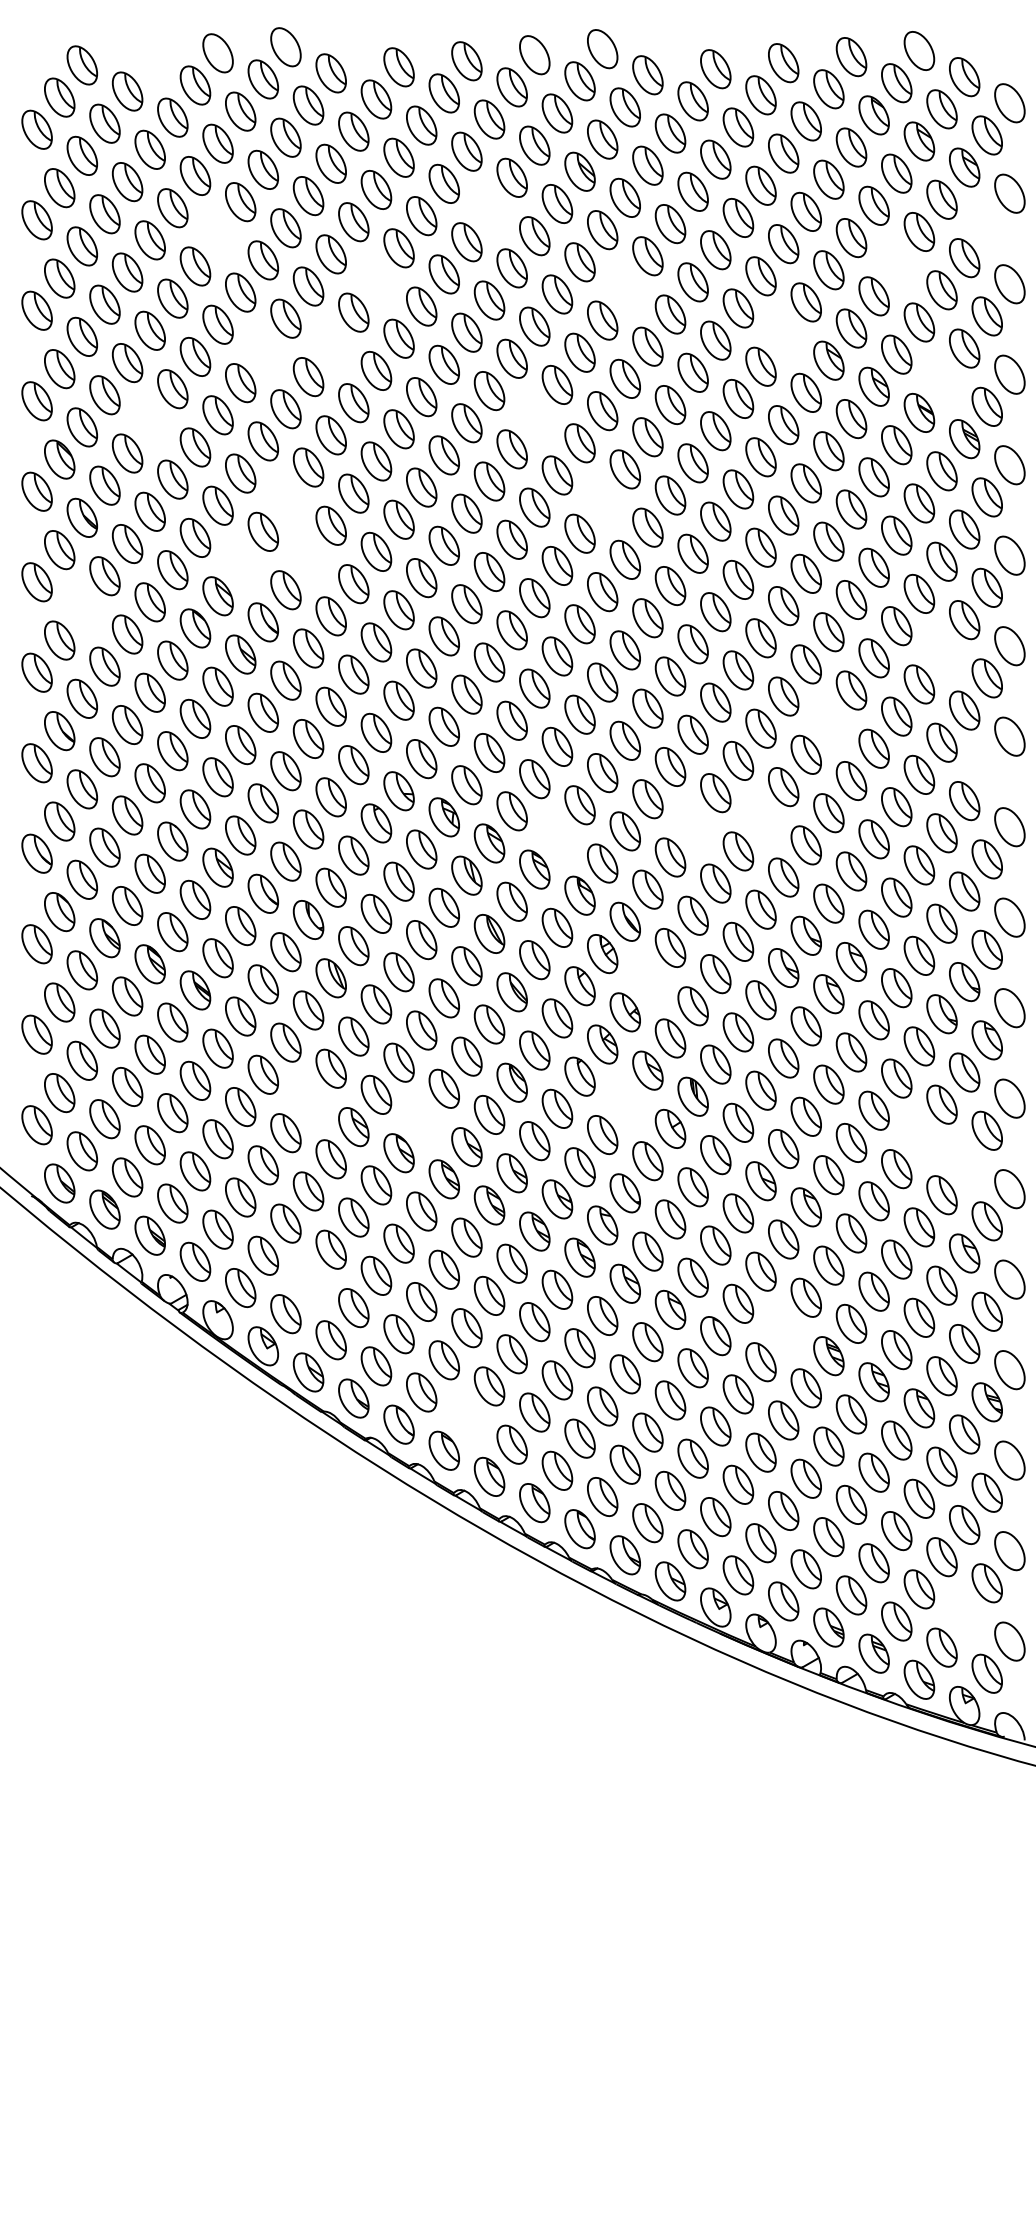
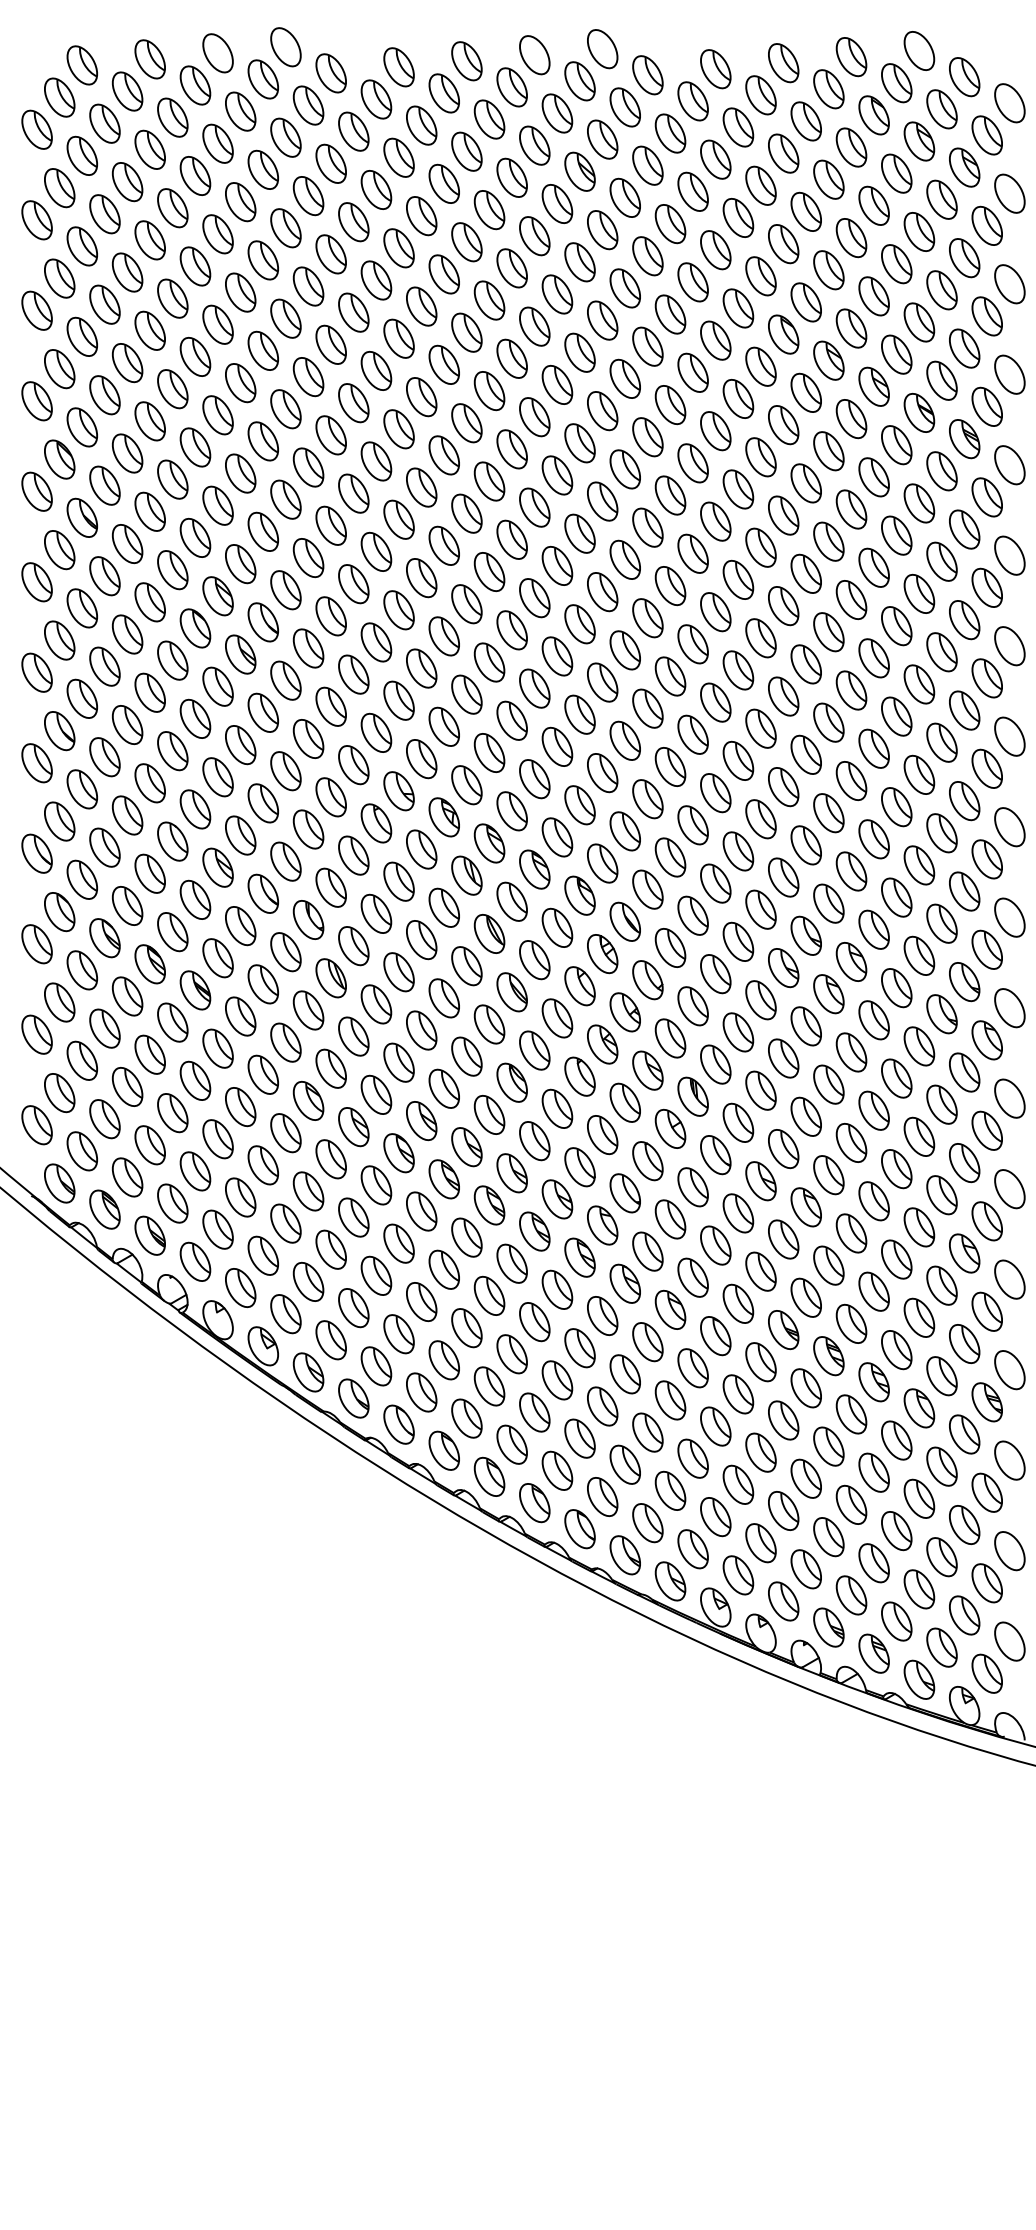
part at (149, 59): none -> present
part at (489, 210): none -> present
part at (986, 225): none -> present
part at (217, 234): none -> present
part at (896, 264): none -> present
part at (376, 280): none -> present
part at (624, 288): none -> present
part at (783, 334): none -> present
part at (330, 344): none -> present
part at (262, 350): none -> present
part at (941, 380): none -> present
part at (534, 417): none -> present
part at (149, 421): none -> present
part at (285, 499): none -> present
part at (602, 501): none -> present
part at (308, 558): none -> present
part at (240, 564): none -> present
part at (81, 608): none -> present
part at (941, 652): none -> present
part at (828, 722): none -> present
part at (986, 768): none -> present
part at (760, 819): none -> present
part at (692, 825): none -> present
part at (557, 837): none -> present
part at (647, 980): none -> present
part at (308, 1100): none -> present
part at (624, 1102): none -> present
part at (421, 1121): none -> present
part at (919, 1136): none -> present
part at (964, 1163): none -> present
part at (308, 1281): none -> present
part at (783, 1330): none -> present
part at (466, 1418): none -> present
part at (964, 1615): none -> present
